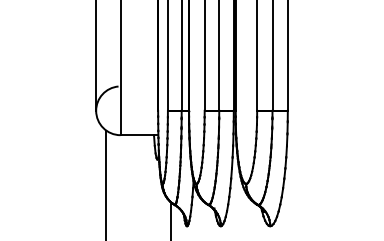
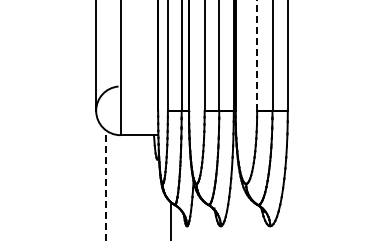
line at (257, 55): solid -> dashed
line at (106, 185): solid -> dashed
